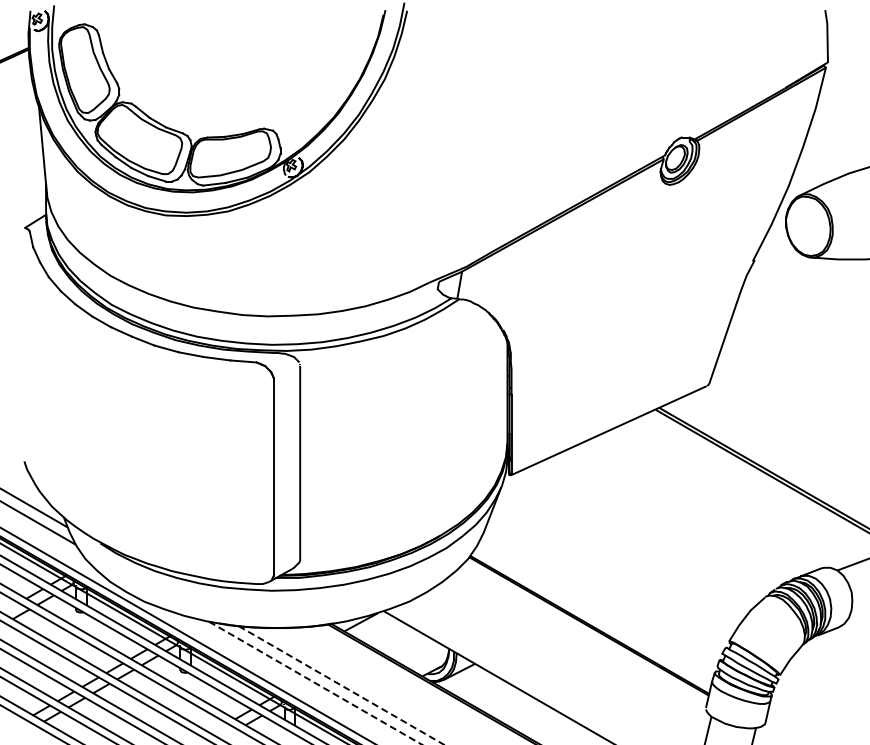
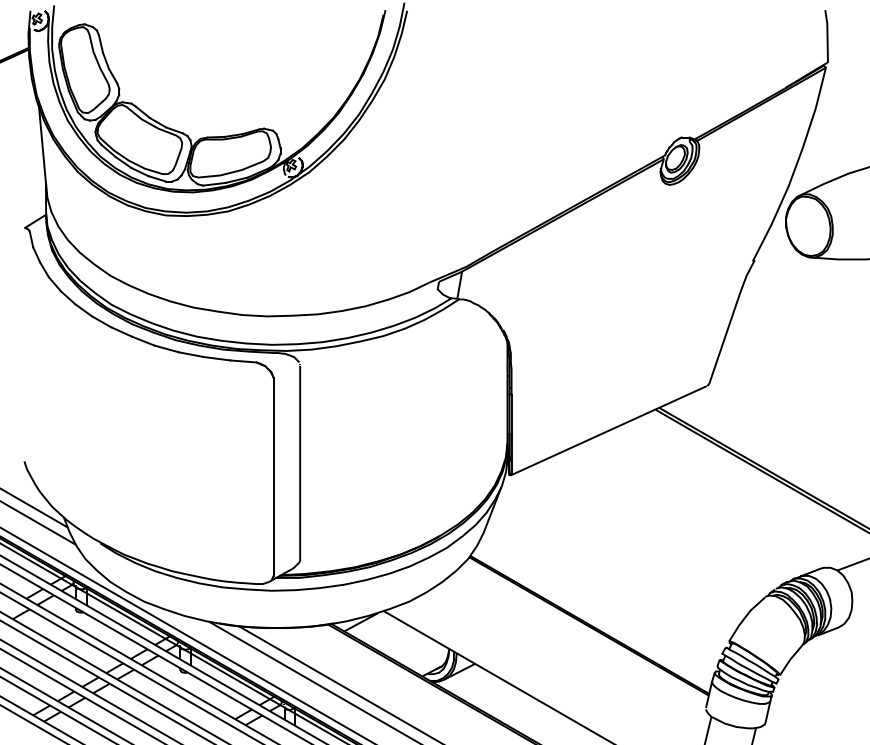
line at (315, 683): dashed -> solid
line at (341, 685): dashed -> solid
